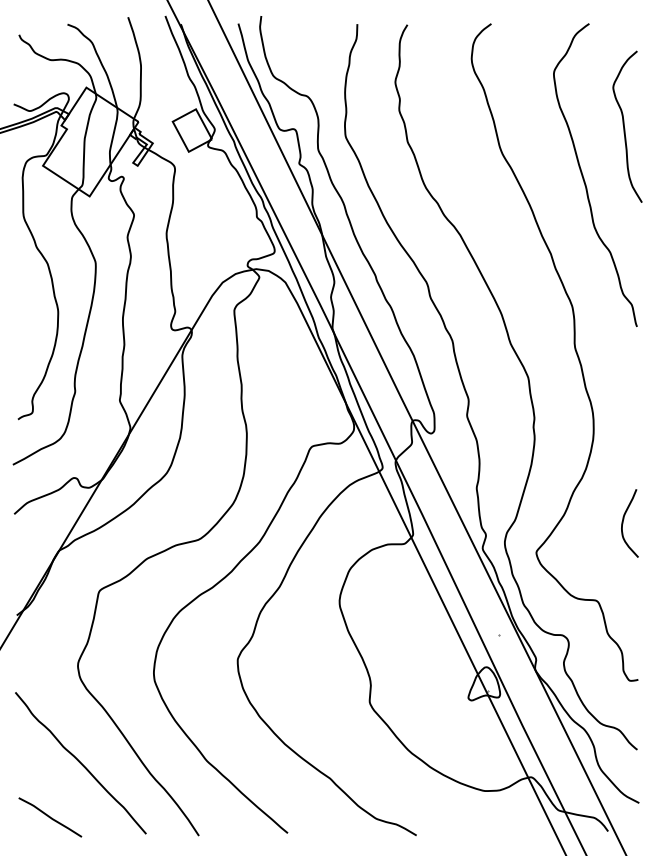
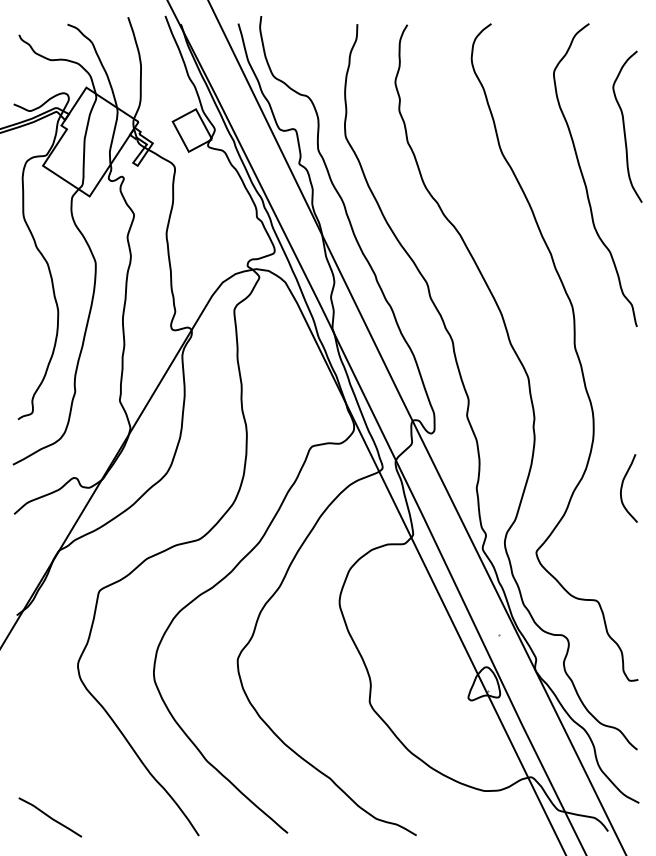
curve at (623, 523) position: (623, 523) -> (622, 488)
curve at (80, 763): present -> none
